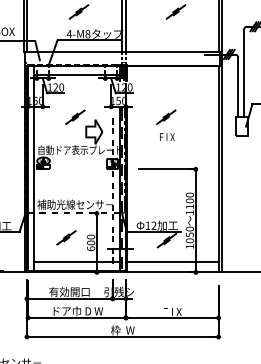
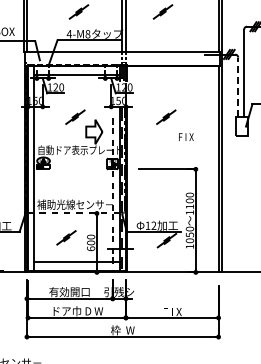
part at (175, 11) position: (175, 11) -> (162, 11)
line at (238, 87): solid -> dashed
text at (167, 136) position: (167, 136) -> (186, 136)
line at (171, 261): present -> none
